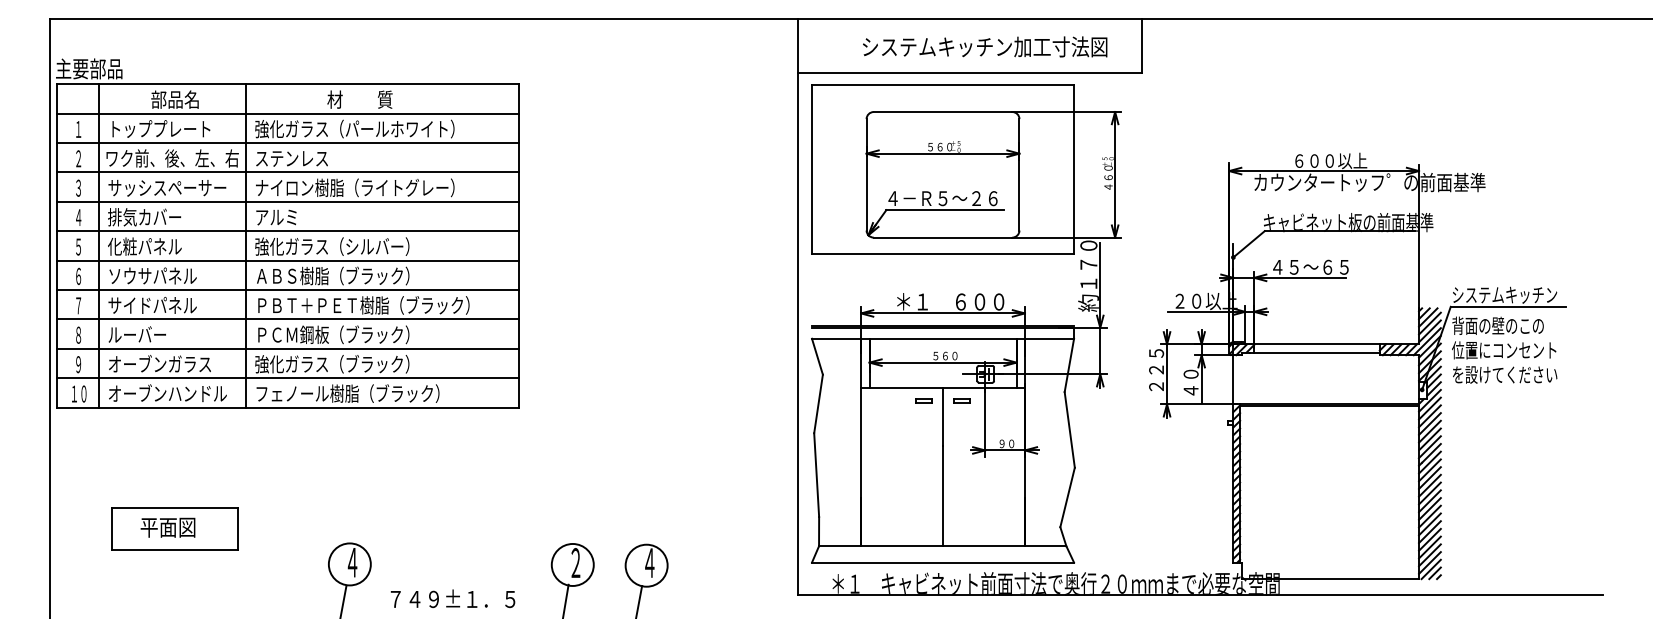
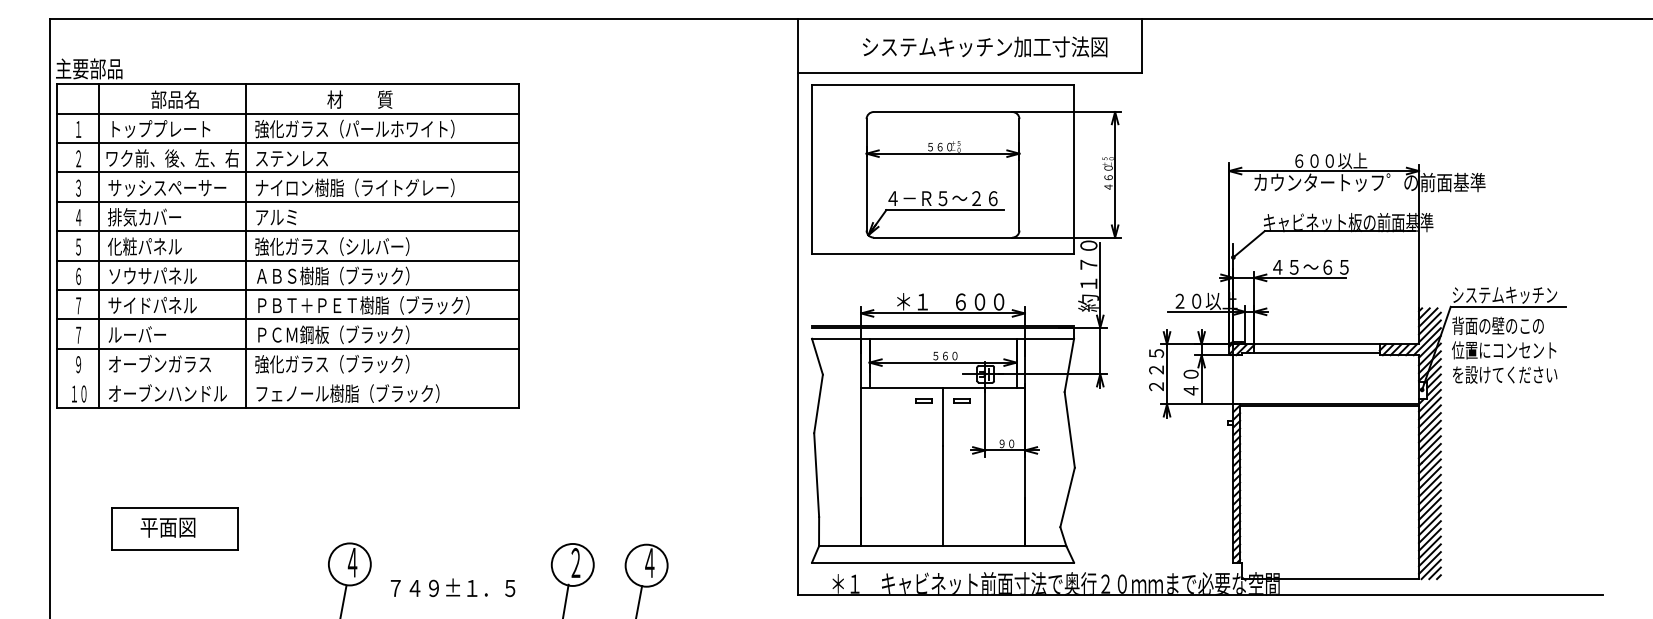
text at (78, 334): ８ -> ７
line at (288, 378): present -> none
text at (452, 598) position: (452, 598) -> (452, 587)
